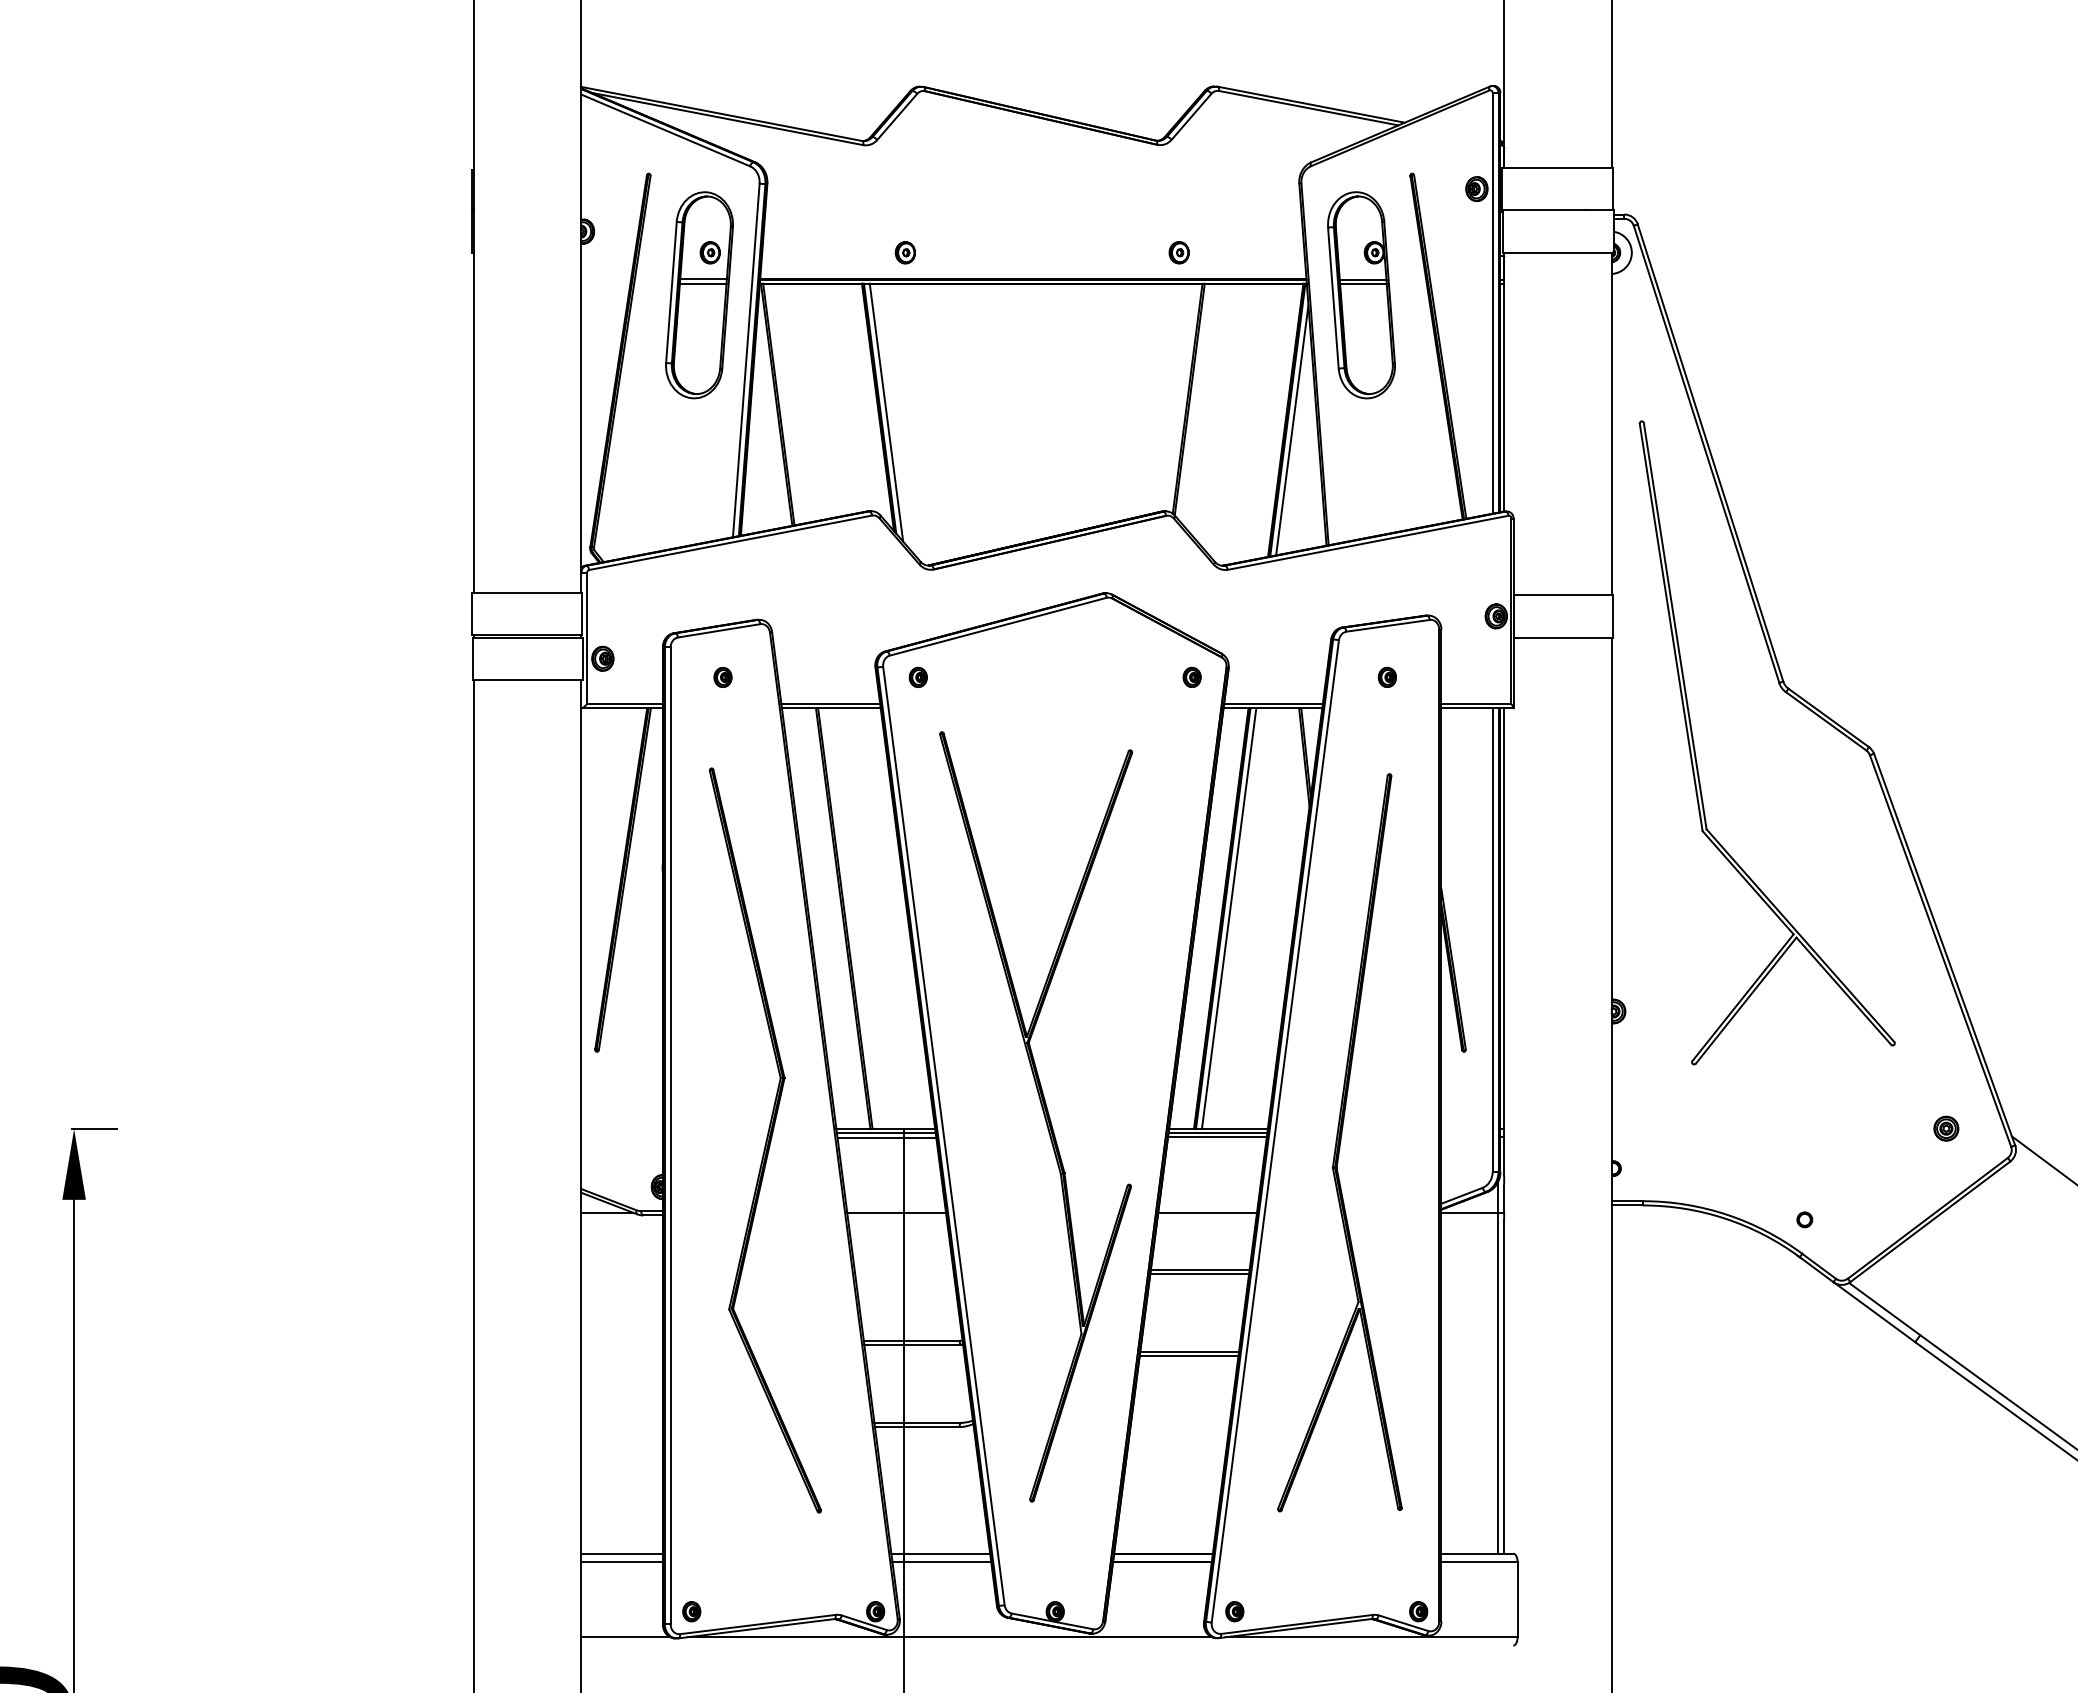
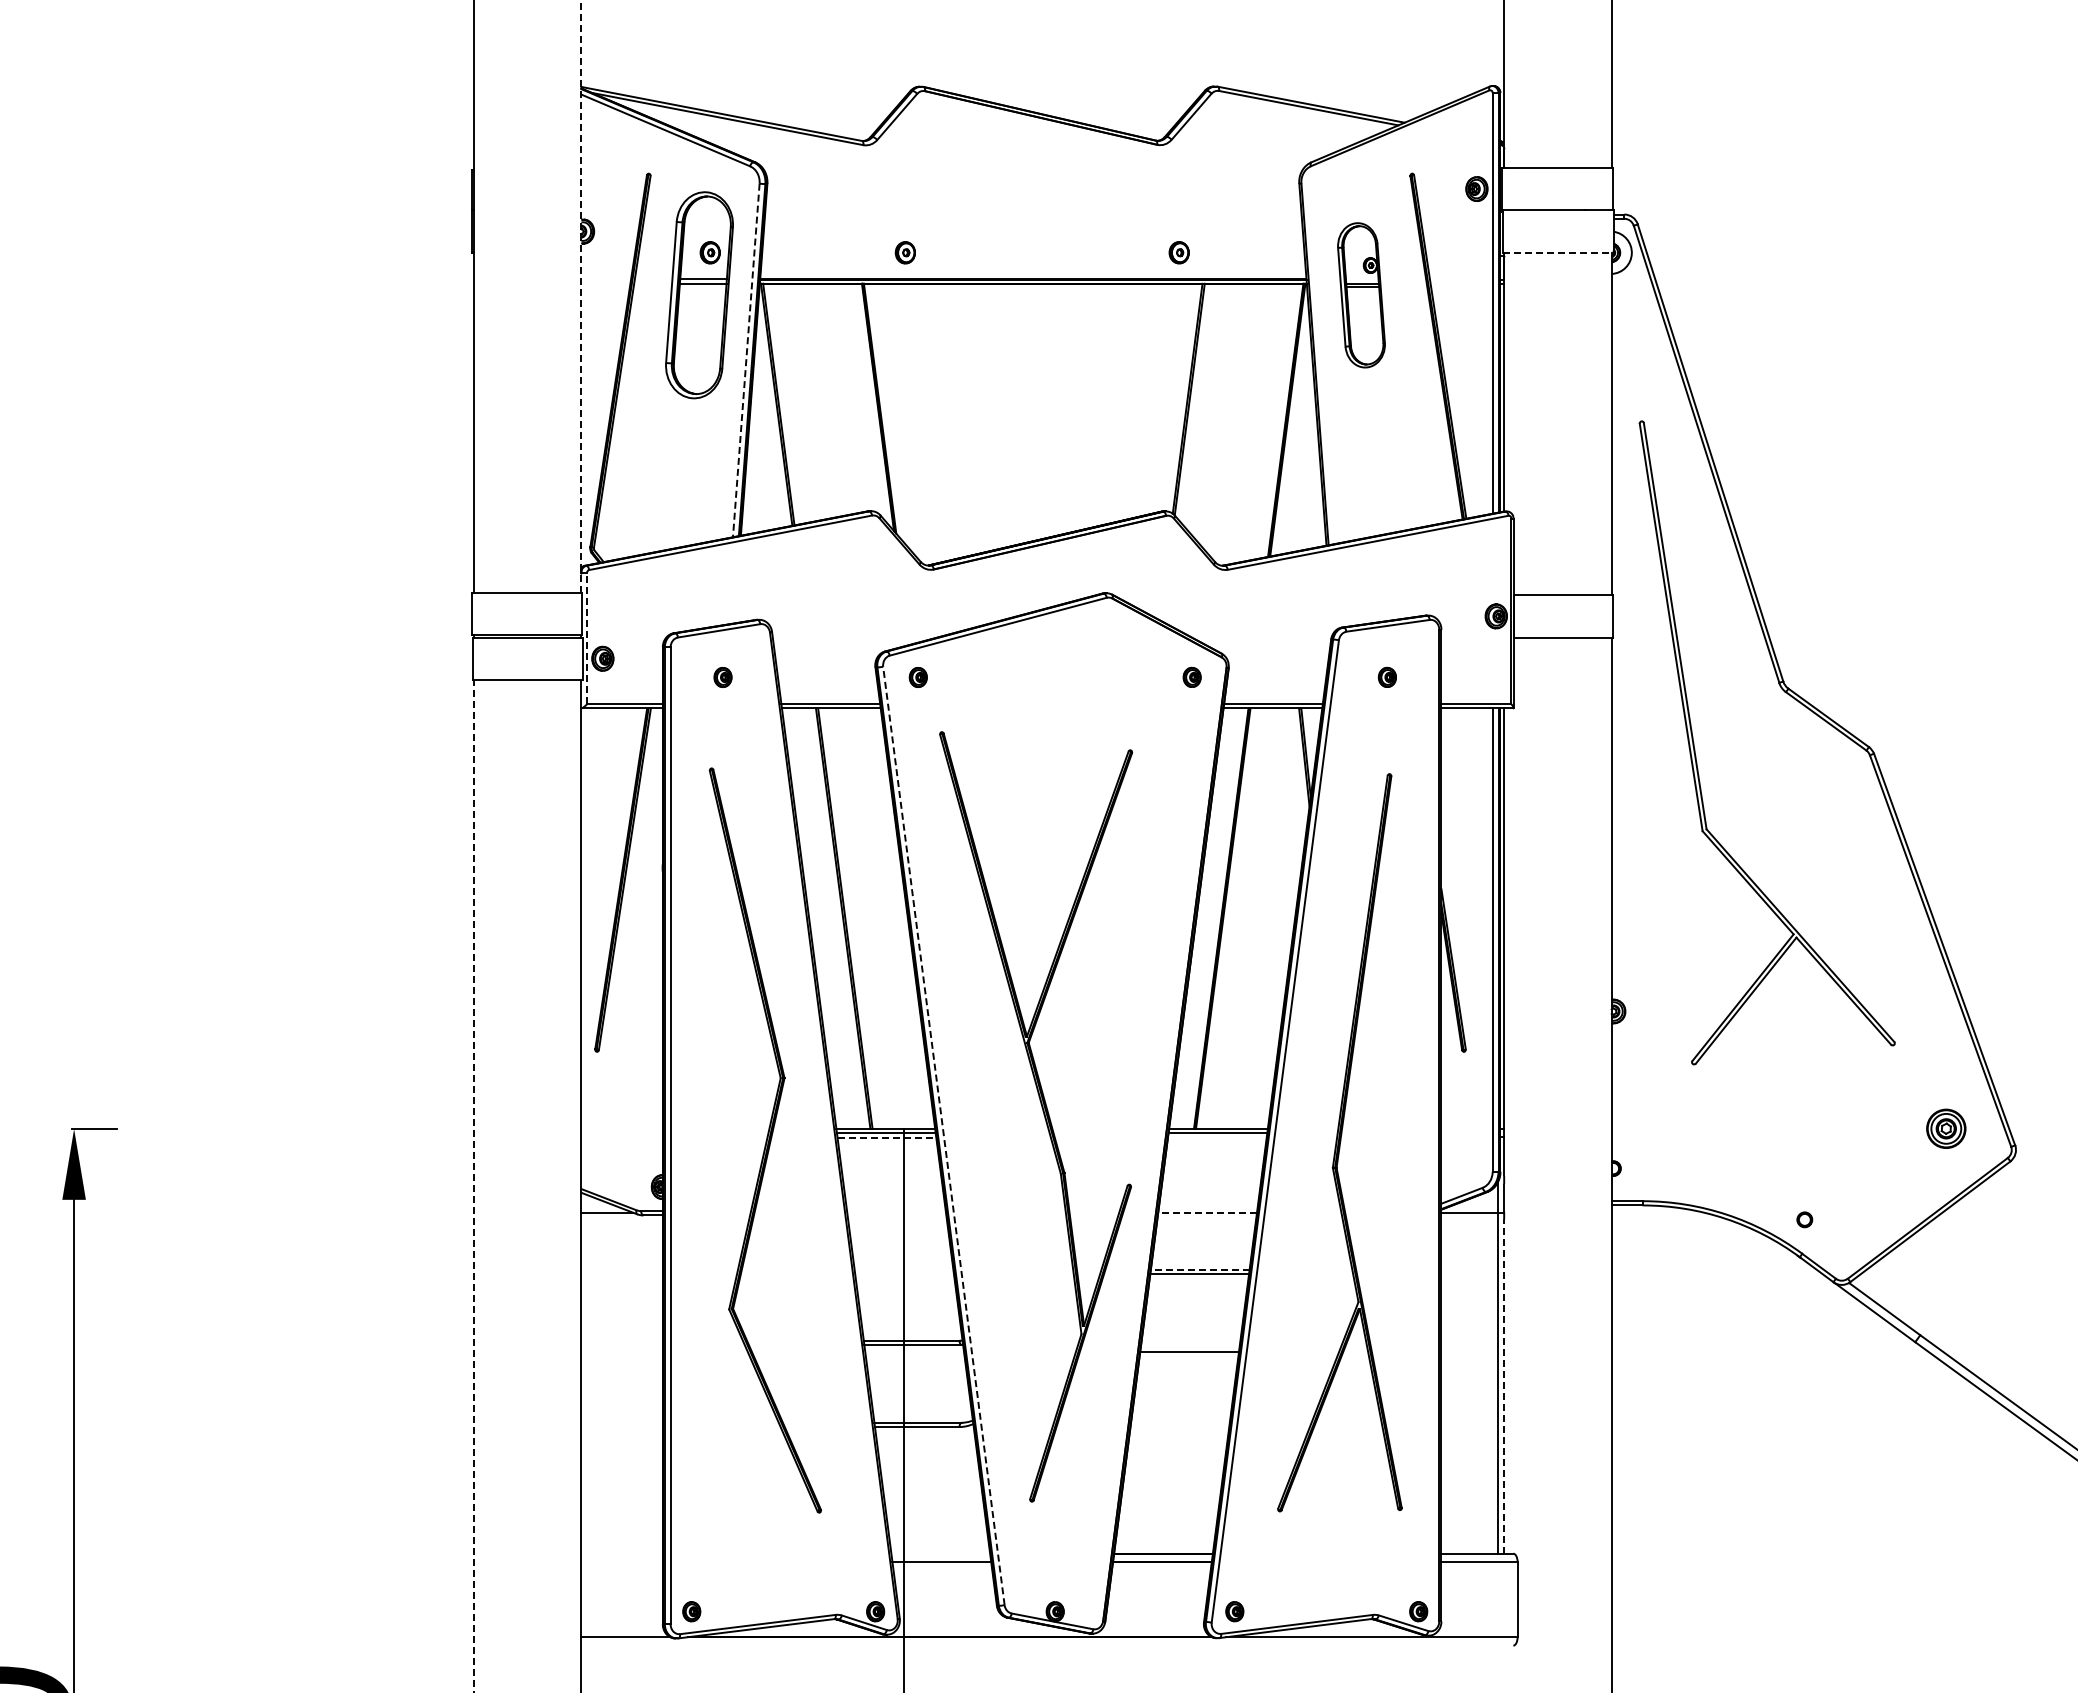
line at (1558, 252): solid -> dashed
part at (1361, 295) size: 69x209 px -> 49x147 px
line at (581, 296): solid -> dashed
line at (746, 361): solid -> dashed
line at (886, 412): present -> none
line at (1292, 430): present -> none
line at (587, 638): solid -> dashed
line at (1228, 918): present -> none
part at (1946, 1128) size: 27x27 px -> 41x41 px
line at (943, 1135): solid -> dashed
line at (887, 1137): solid -> dashed
line at (1216, 1137): present -> none
line at (2043, 1159): present -> none
line at (473, 1186): solid -> dashed
line at (896, 1212): present -> none
line at (1207, 1212): solid -> dashed
line at (1199, 1269): solid -> dashed
line at (1188, 1356): present -> none
line at (1504, 1386): solid -> dashed
line at (621, 1553): present -> none
line at (940, 1553): present -> none
line at (621, 1562): present -> none
